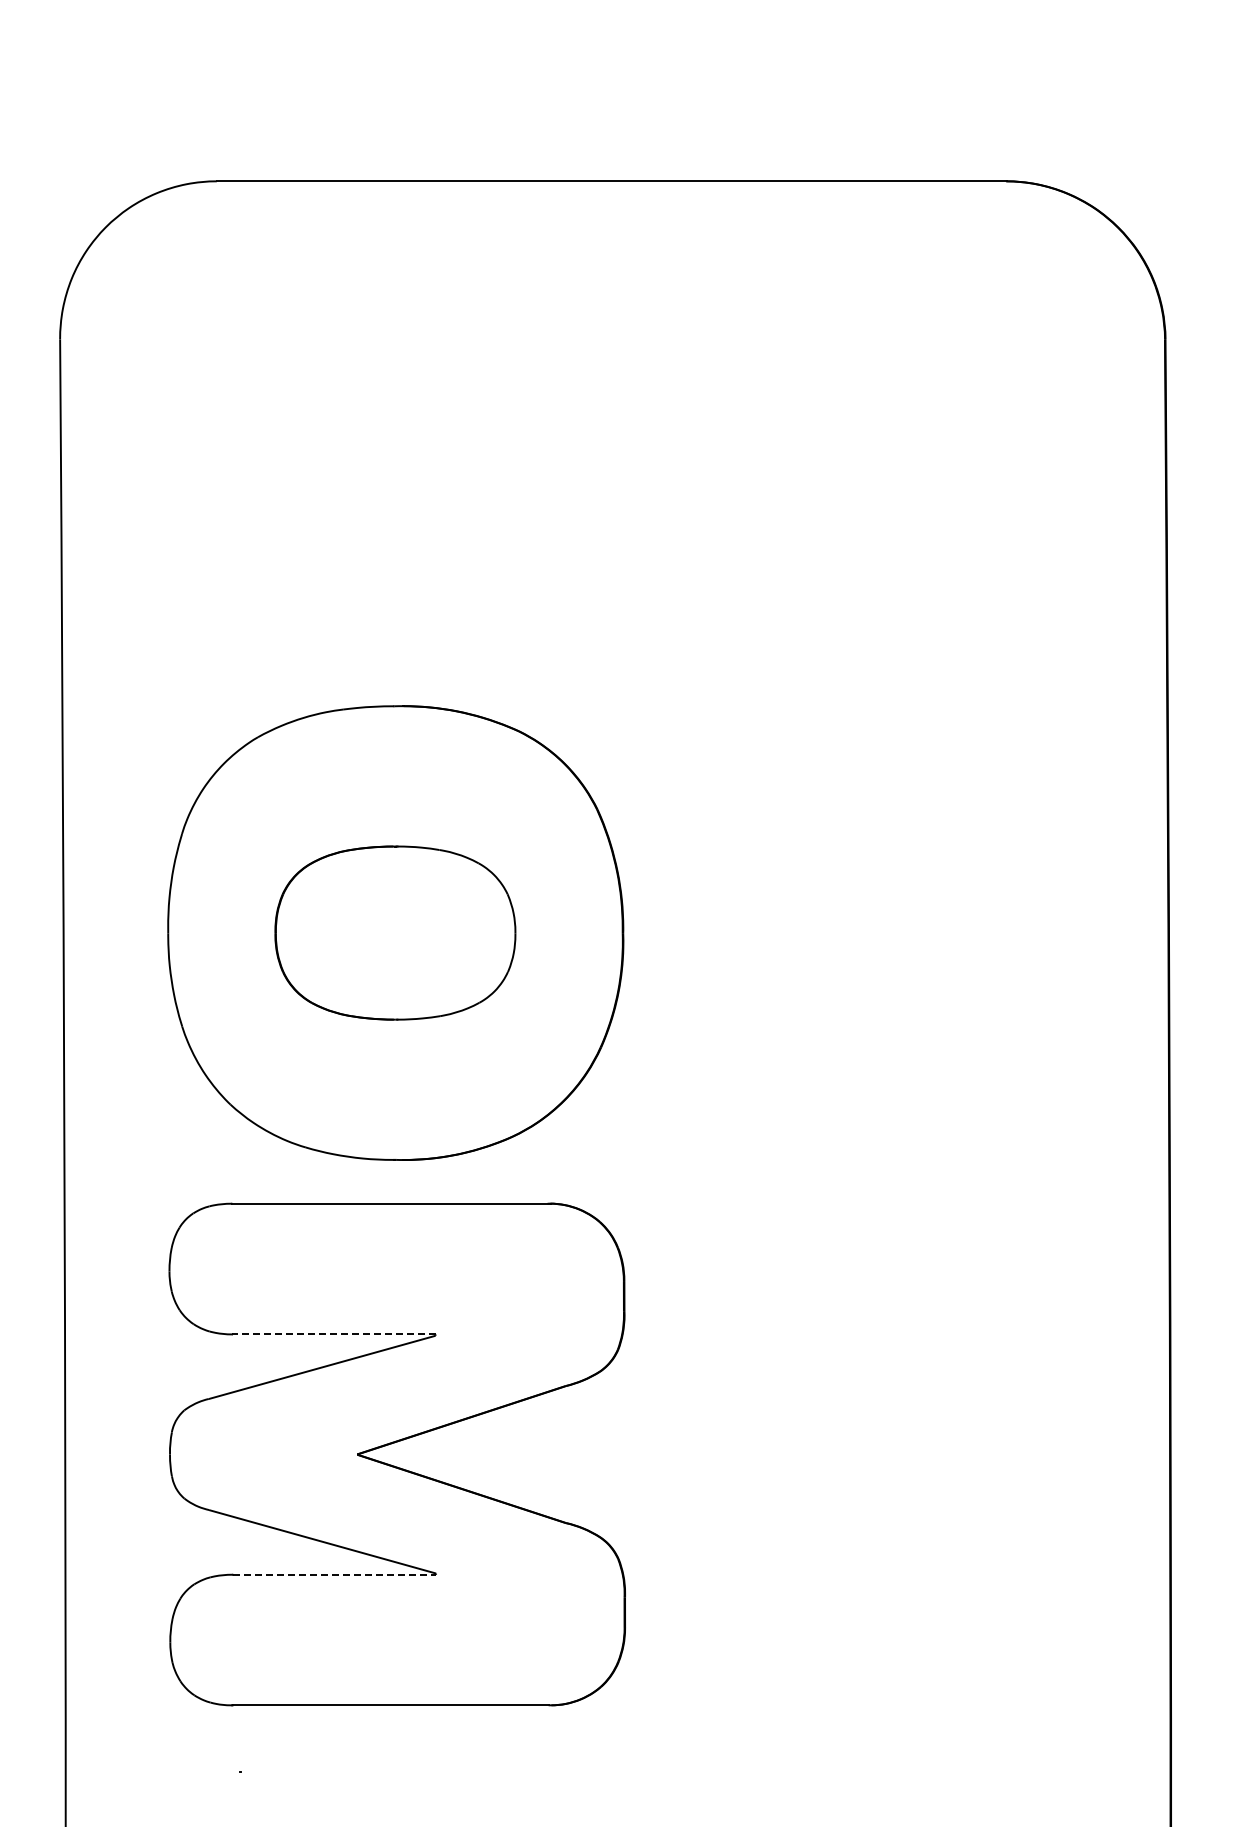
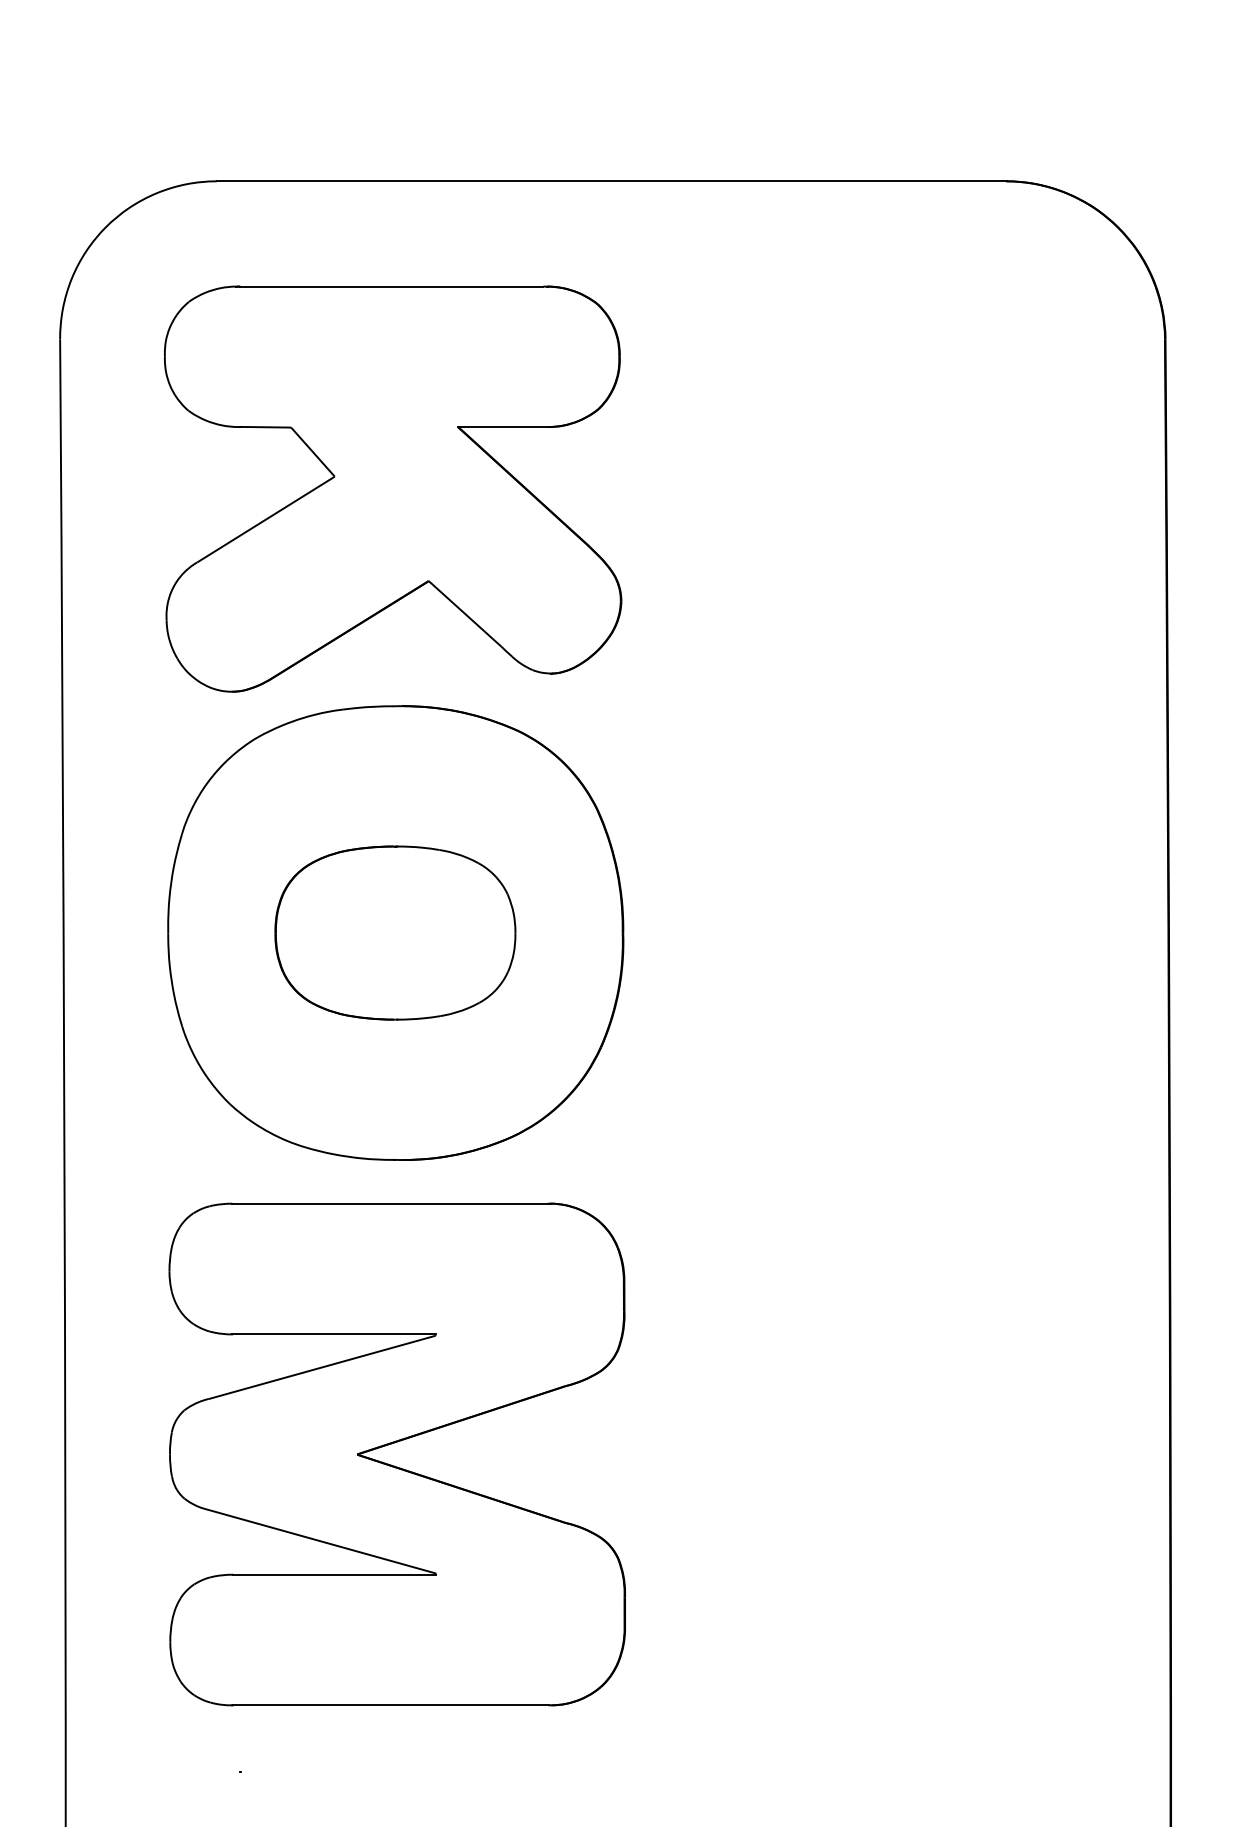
part at (393, 488): none -> present
line at (334, 1334): dashed -> solid
line at (334, 1574): dashed -> solid
